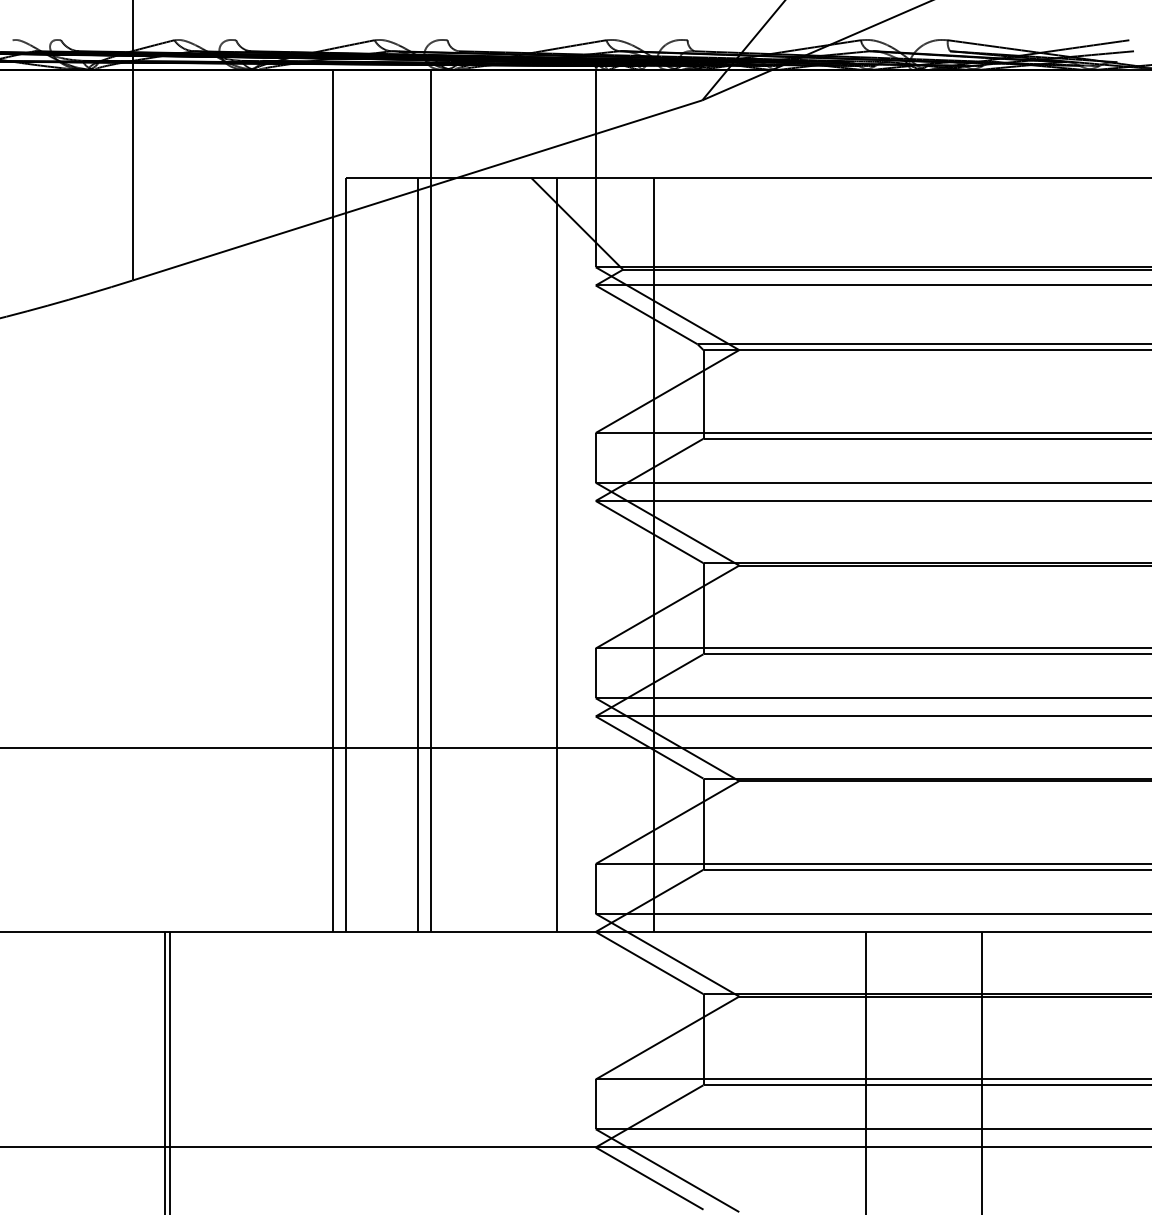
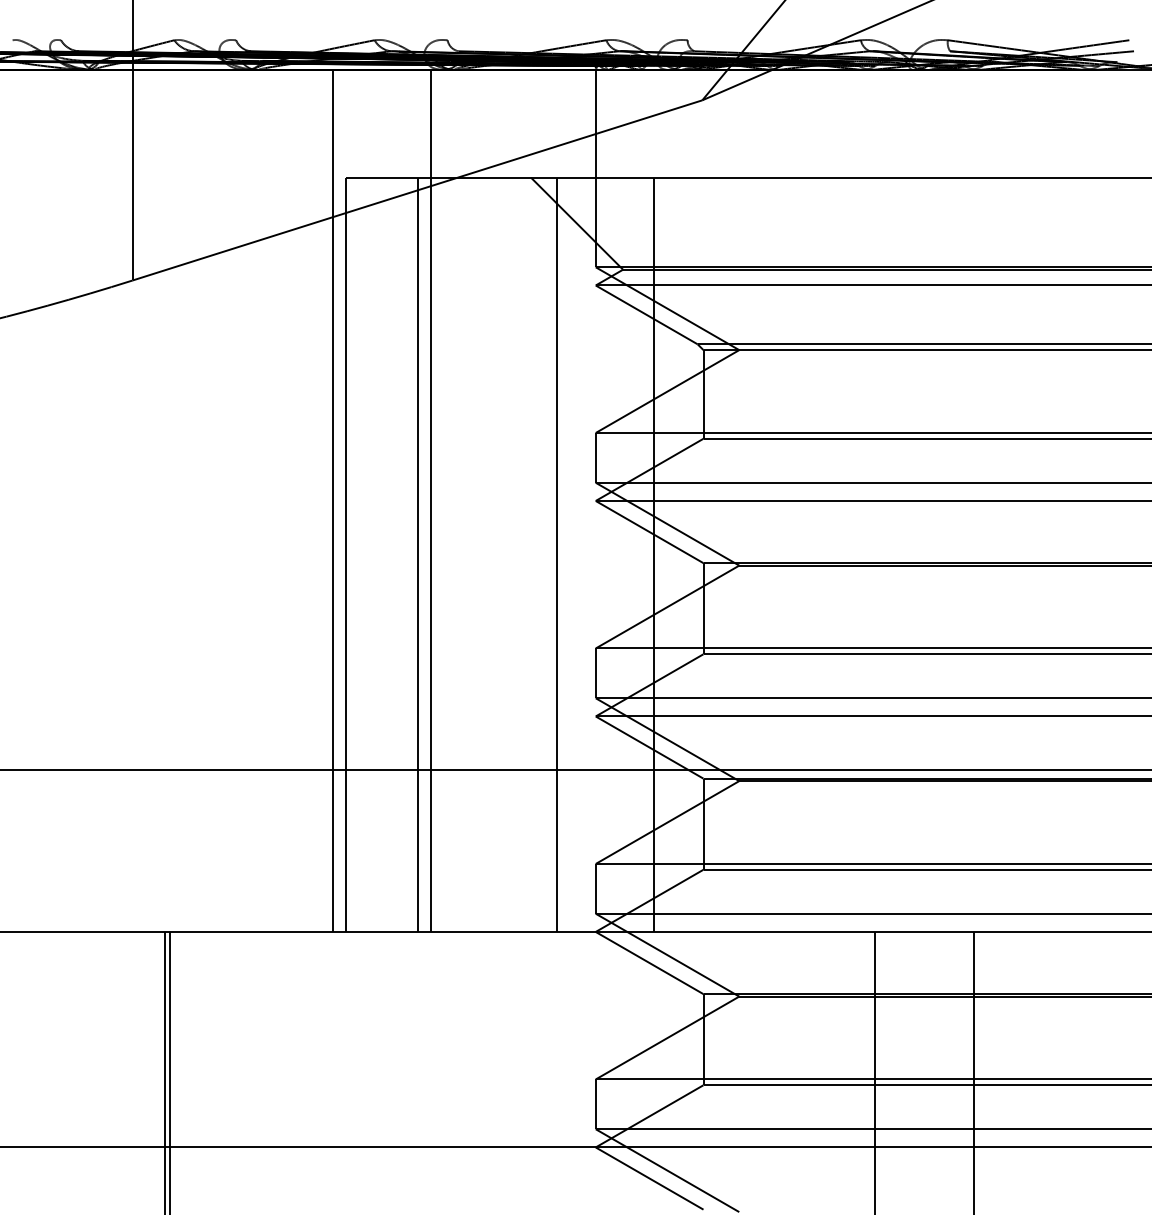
line at (575, 747) position: (575, 747) -> (575, 769)
line at (866, 1071) position: (866, 1071) -> (875, 1071)
line at (981, 1071) position: (981, 1071) -> (973, 1071)
